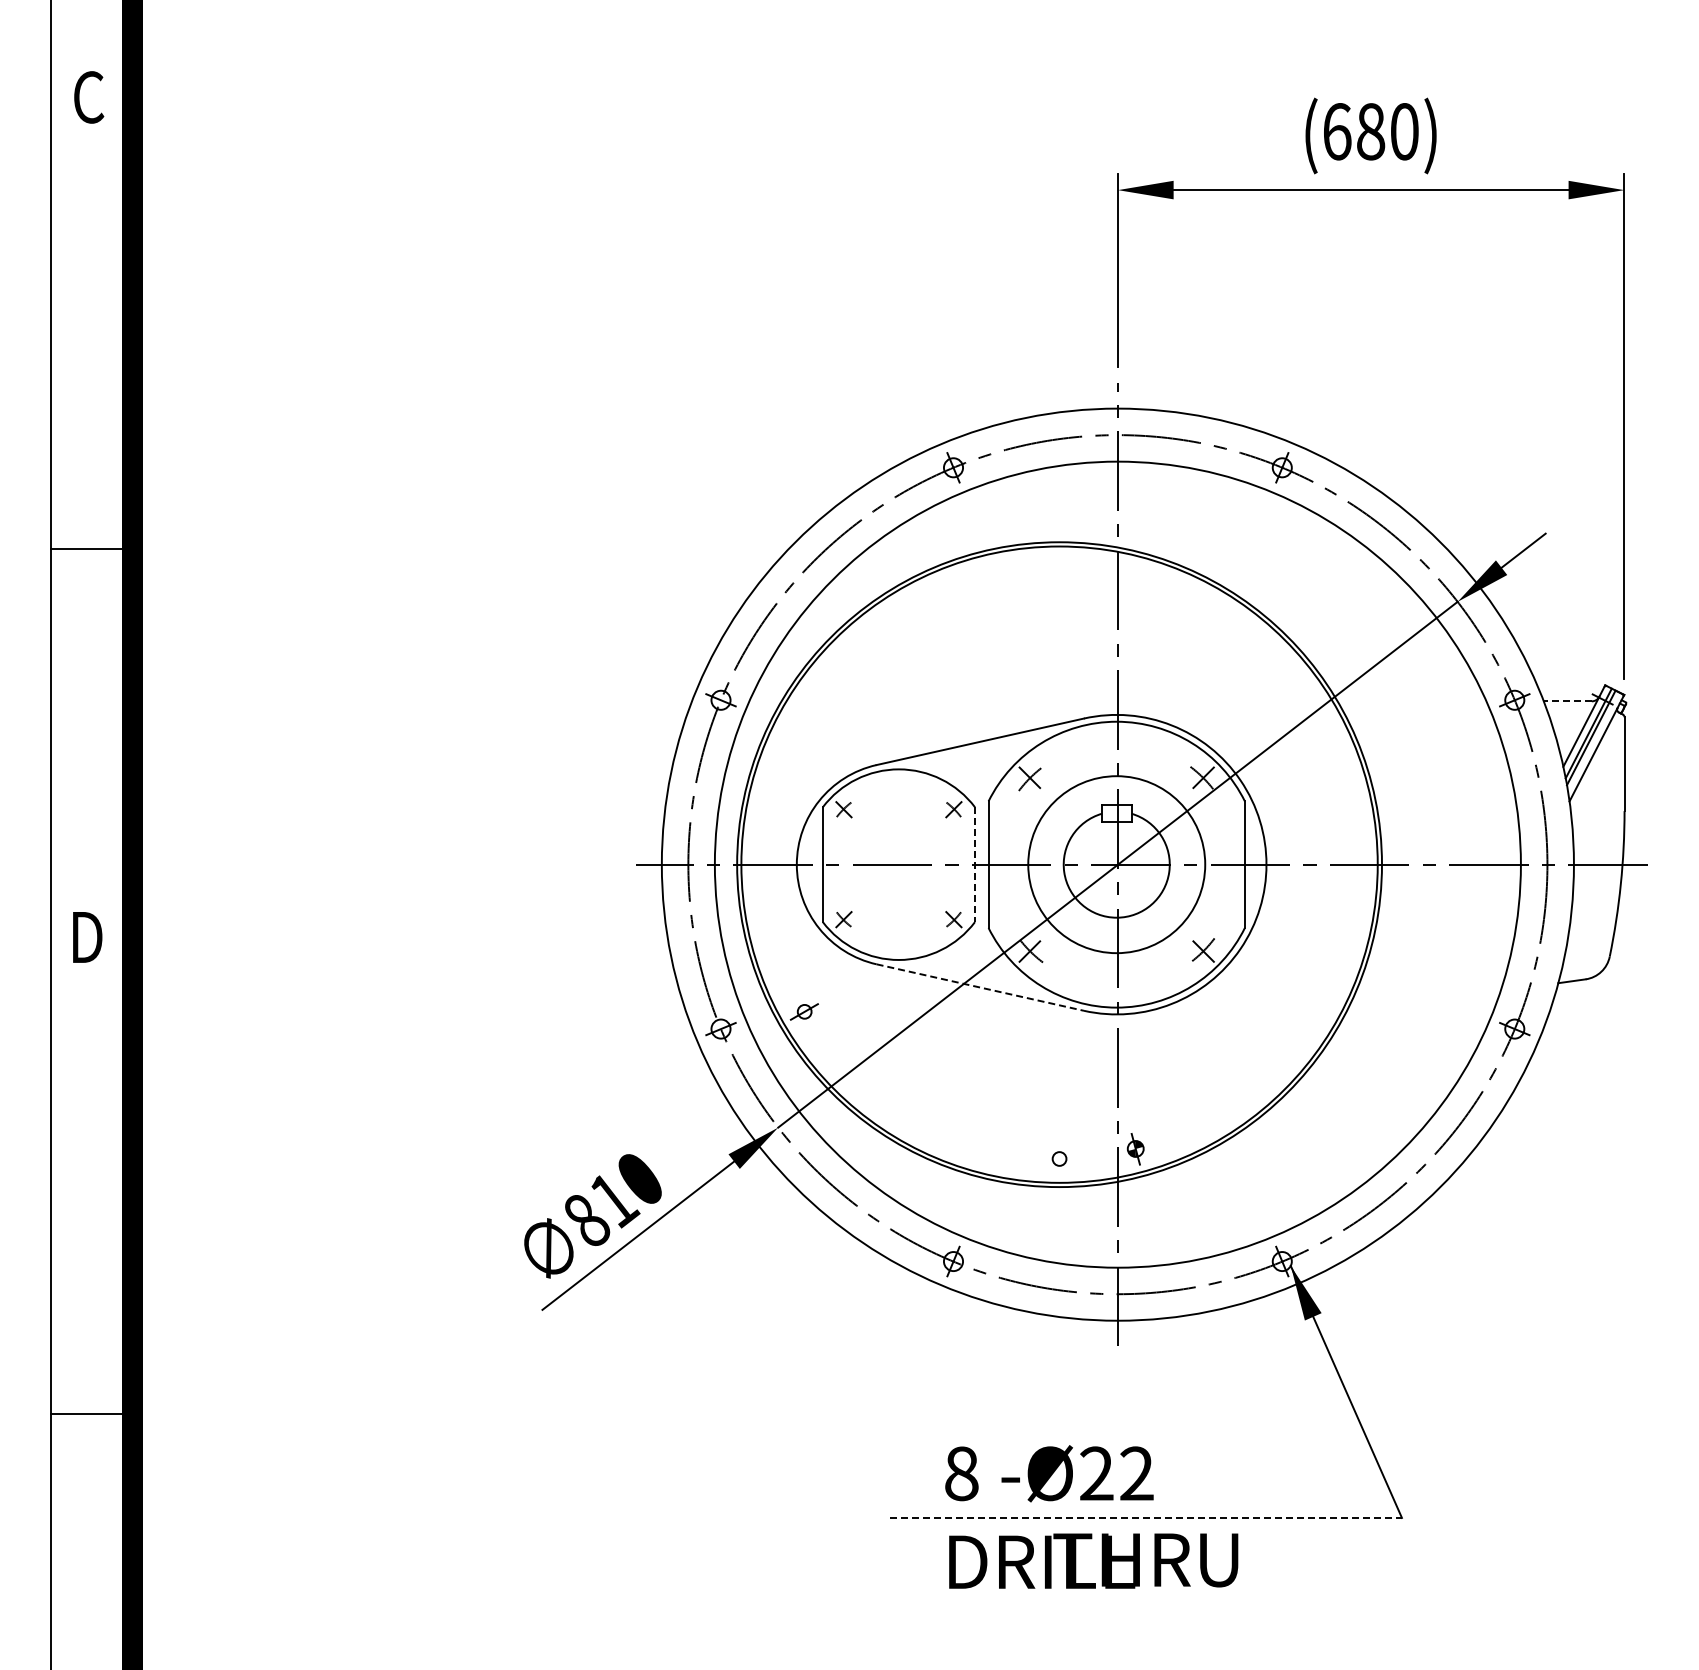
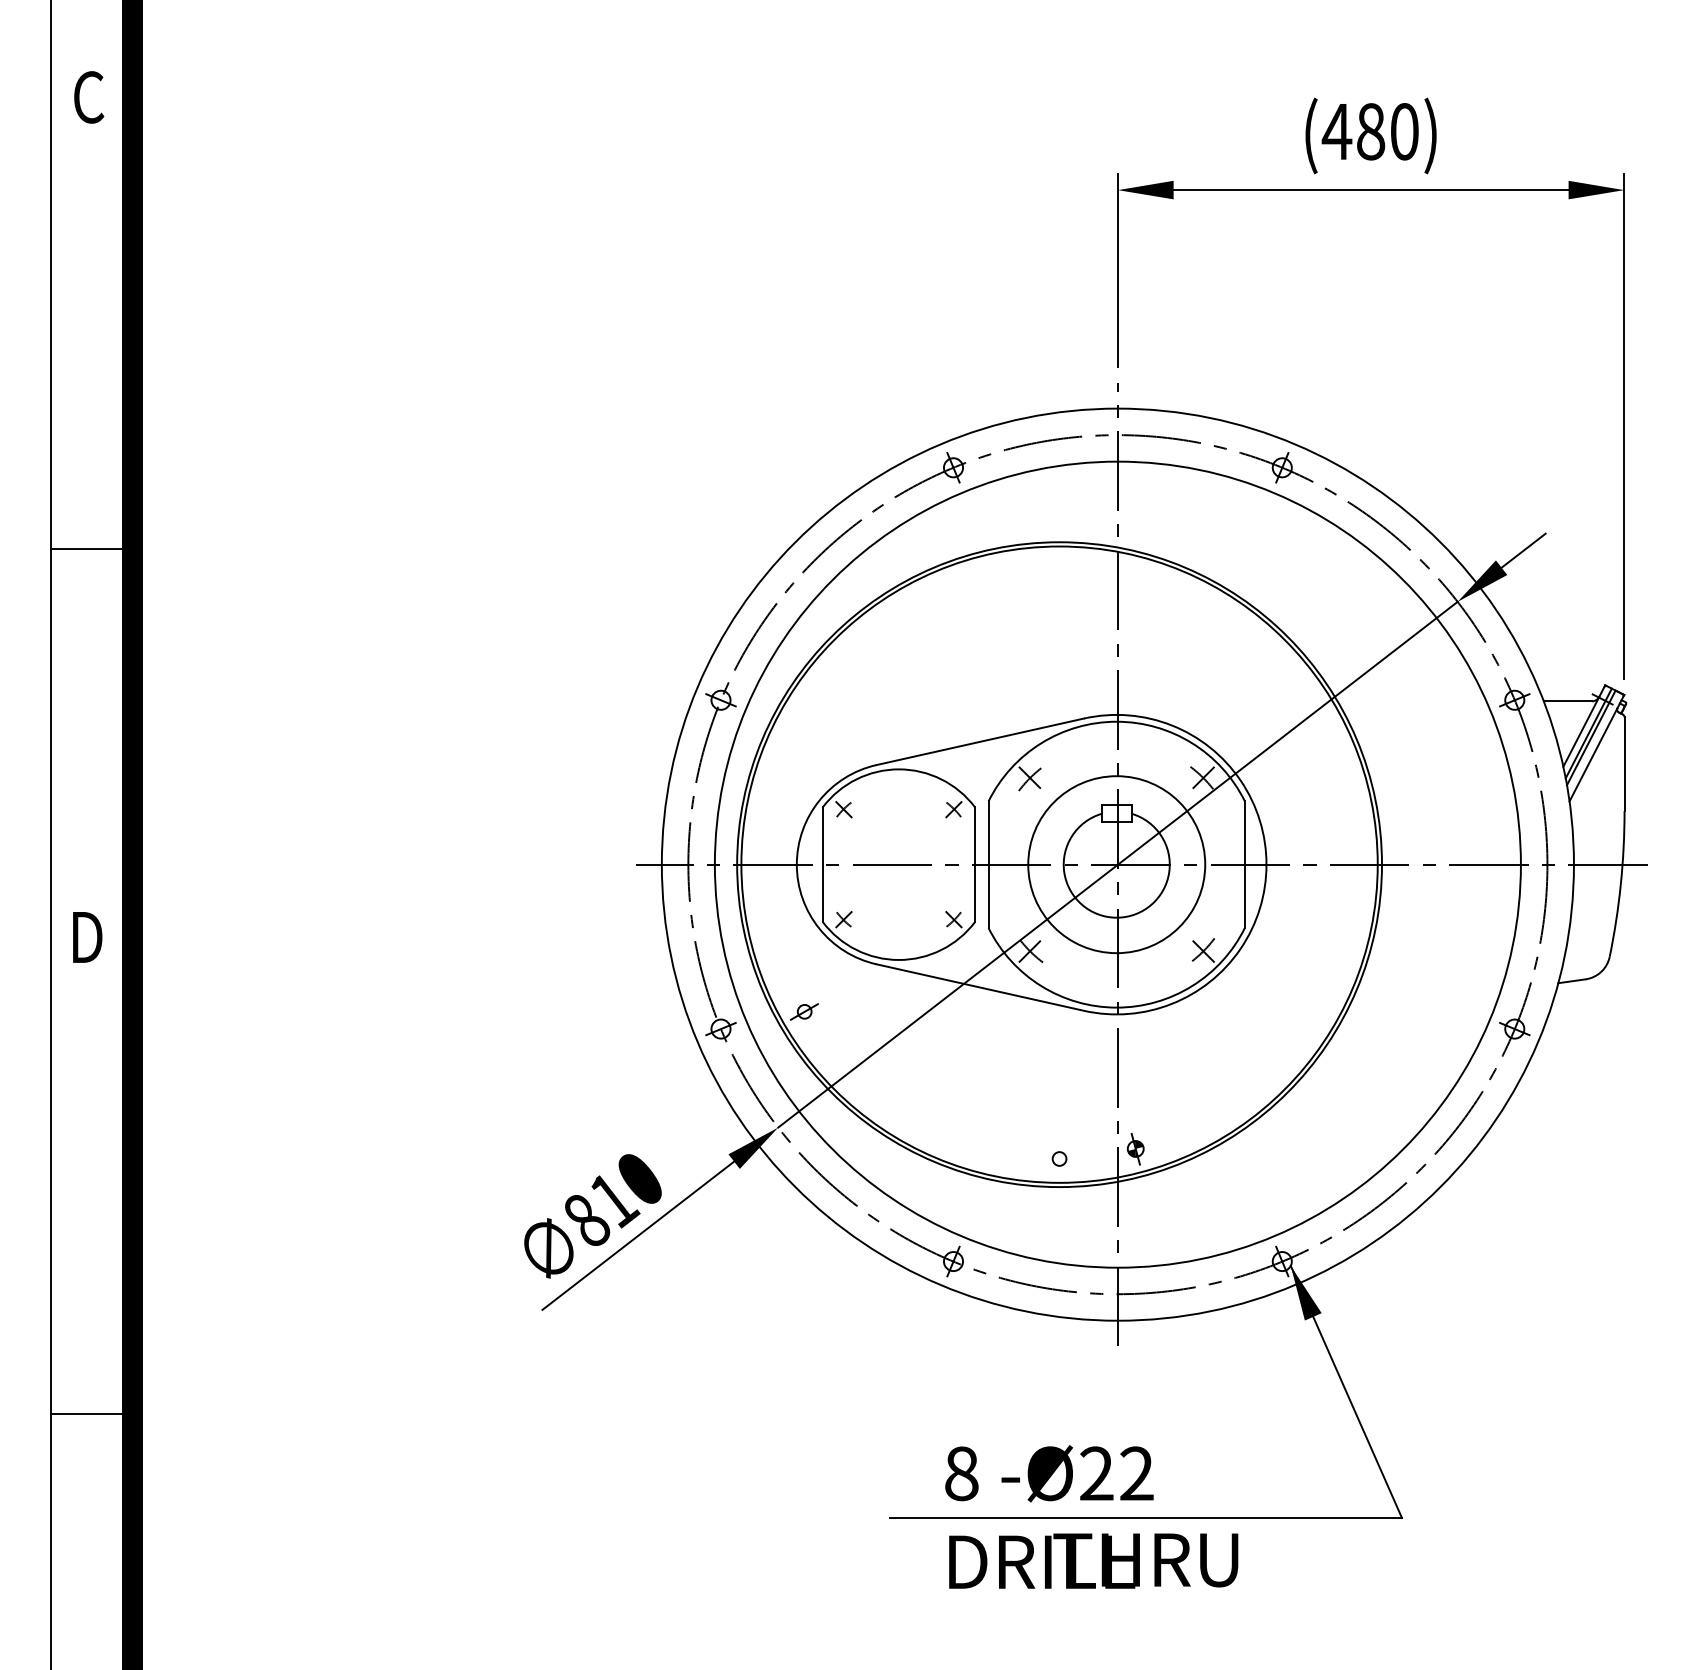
text at (1336, 131): (680) -> (480)
line at (1567, 701): dashed -> solid
line at (974, 865): dashed -> solid
line at (980, 987): dashed -> solid
line at (1146, 1517): dashed -> solid
